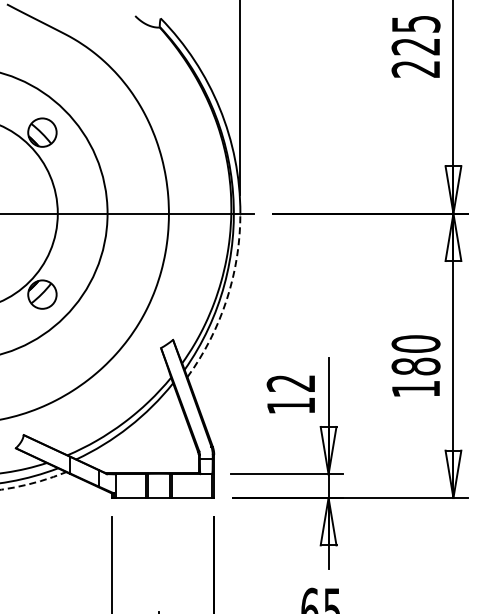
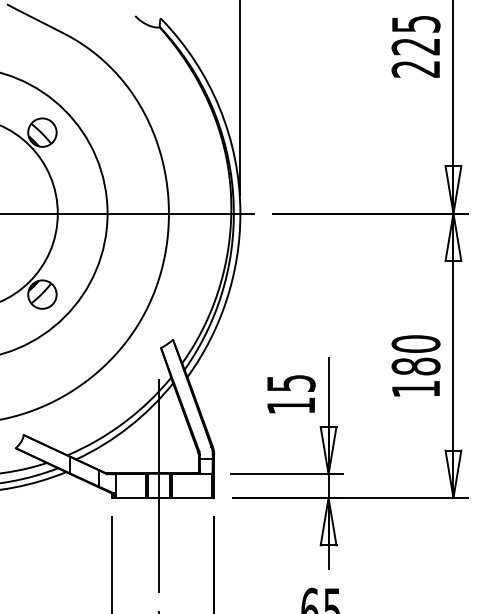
arc at (226, 299): dashed -> solid
text at (290, 383): 12 -> 15
arc at (33, 483): dashed -> solid
line at (158, 485): none -> present
